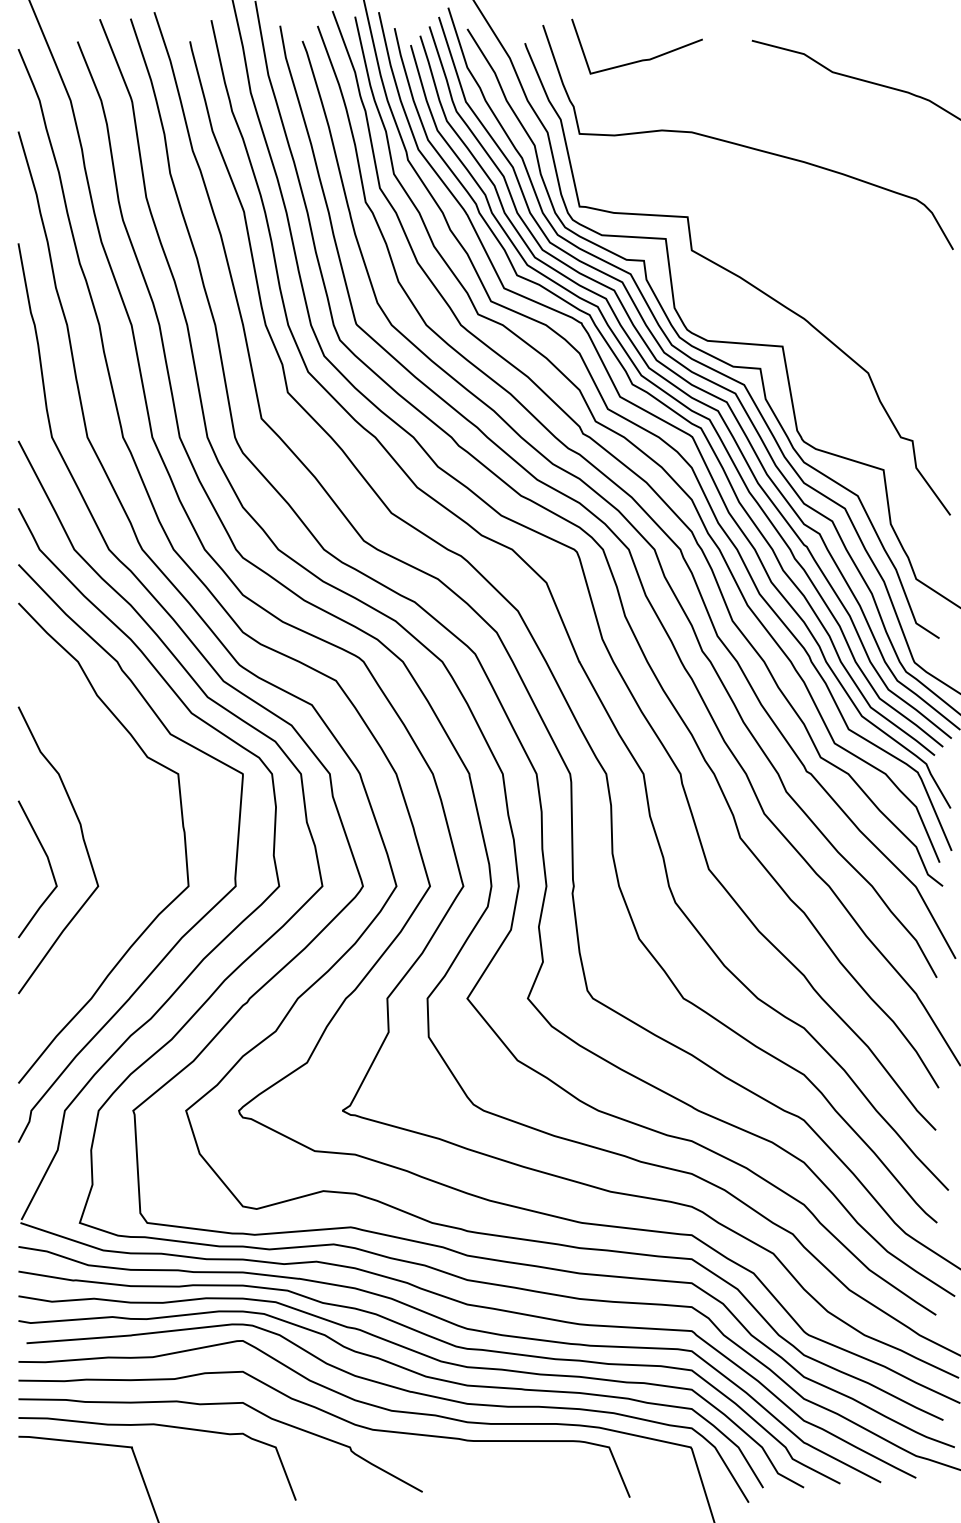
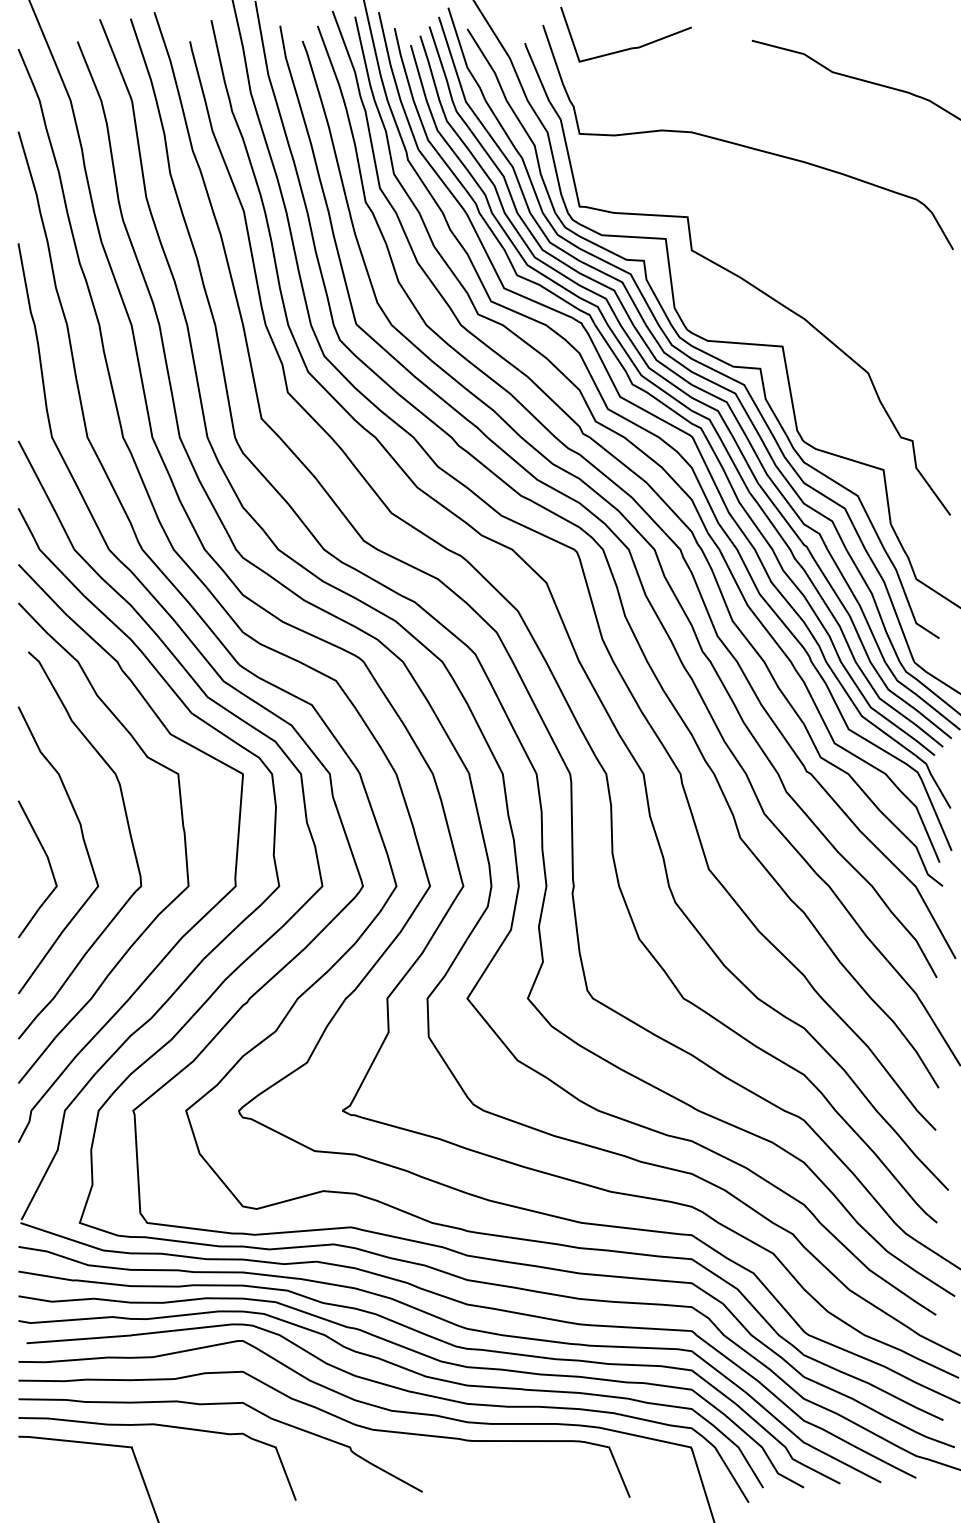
line at (641, 59) position: (641, 59) -> (630, 47)
curve at (129, 835): none -> present
